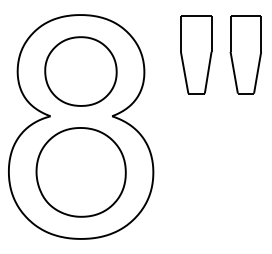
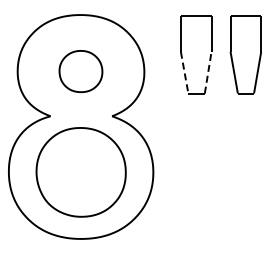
part at (80, 71) size: 74x71 px -> 46x44 px
line at (208, 72): solid -> dashed
line at (184, 73): solid -> dashed
